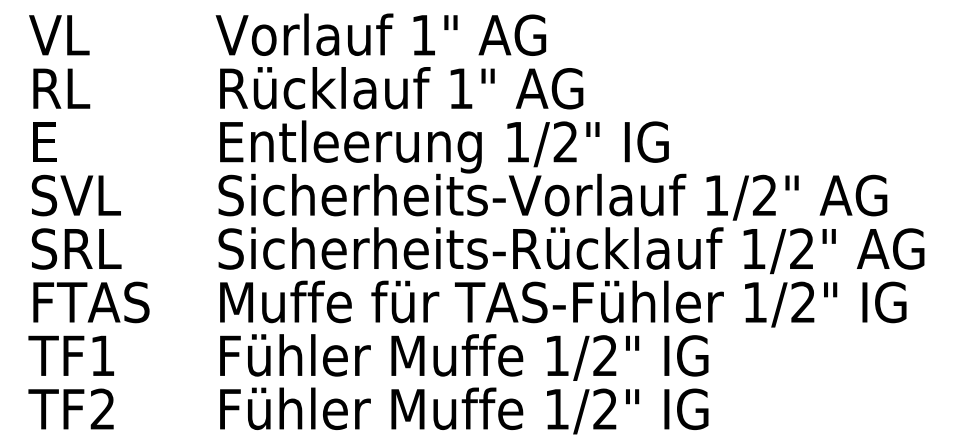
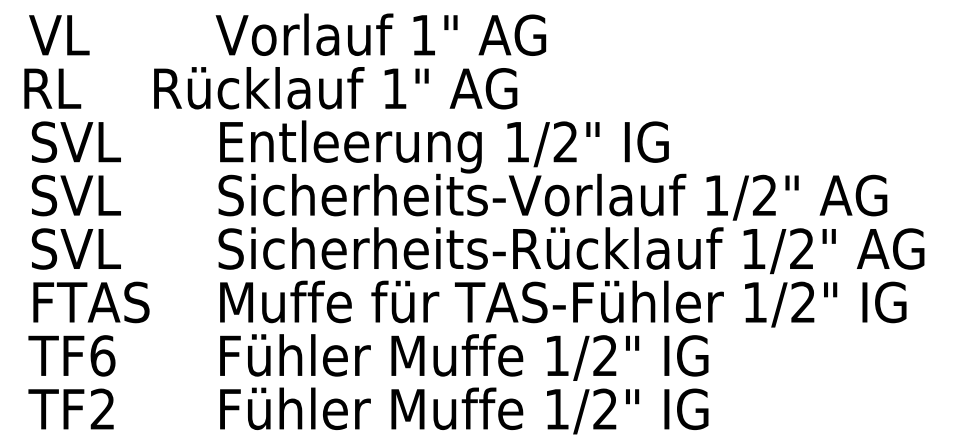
text at (61, 88) position: (61, 88) -> (52, 88)
text at (401, 88) position: (401, 88) -> (335, 88)
text at (75, 141): E -> SVL
text at (90, 248): SRL -> SVL
text at (102, 355): TF1 -> TF6
